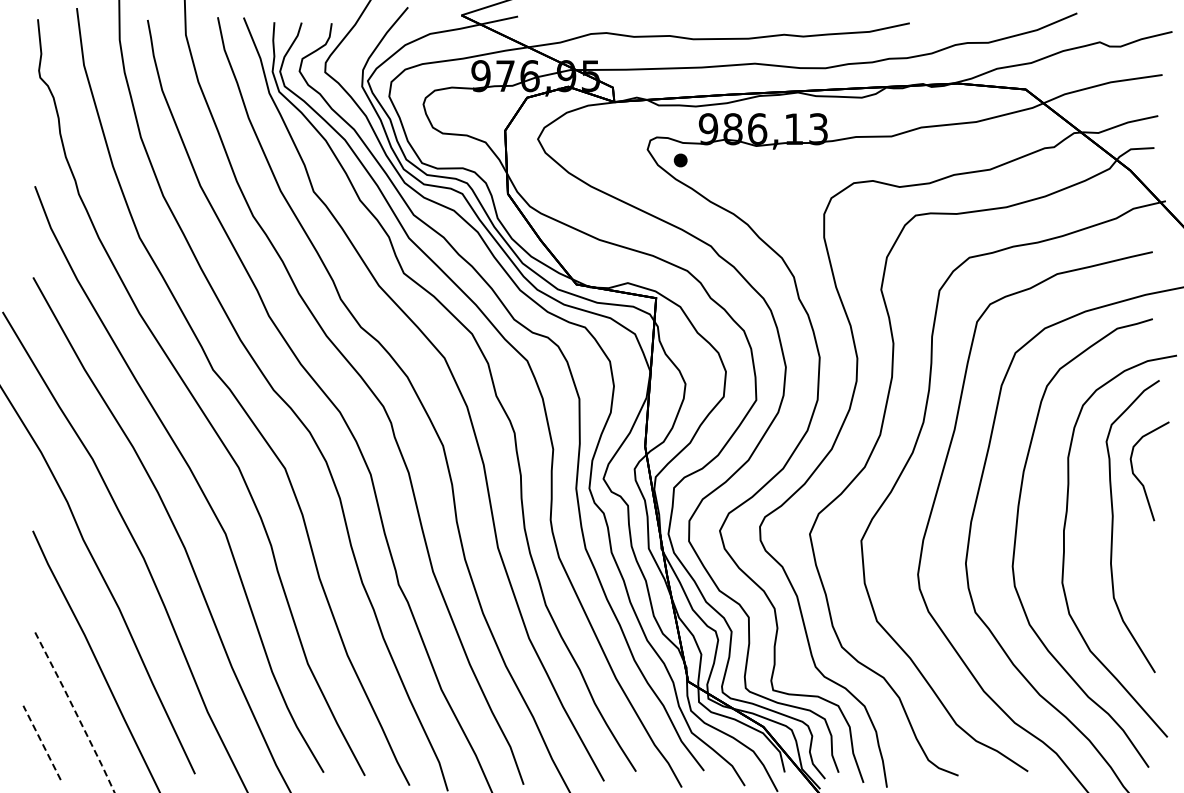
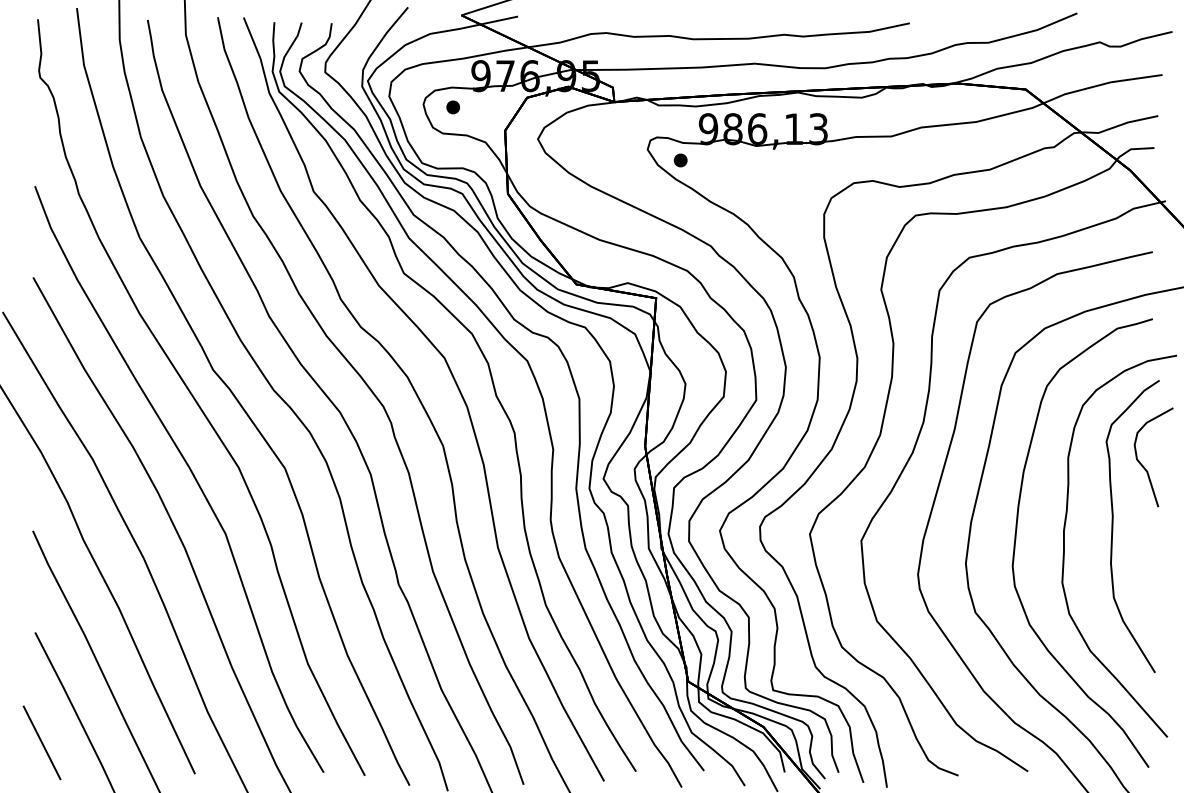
part at (452, 107): none -> present
curve at (1140, 480) position: (1140, 480) -> (1144, 466)
line at (75, 712): dashed -> solid
line at (42, 742): dashed -> solid
